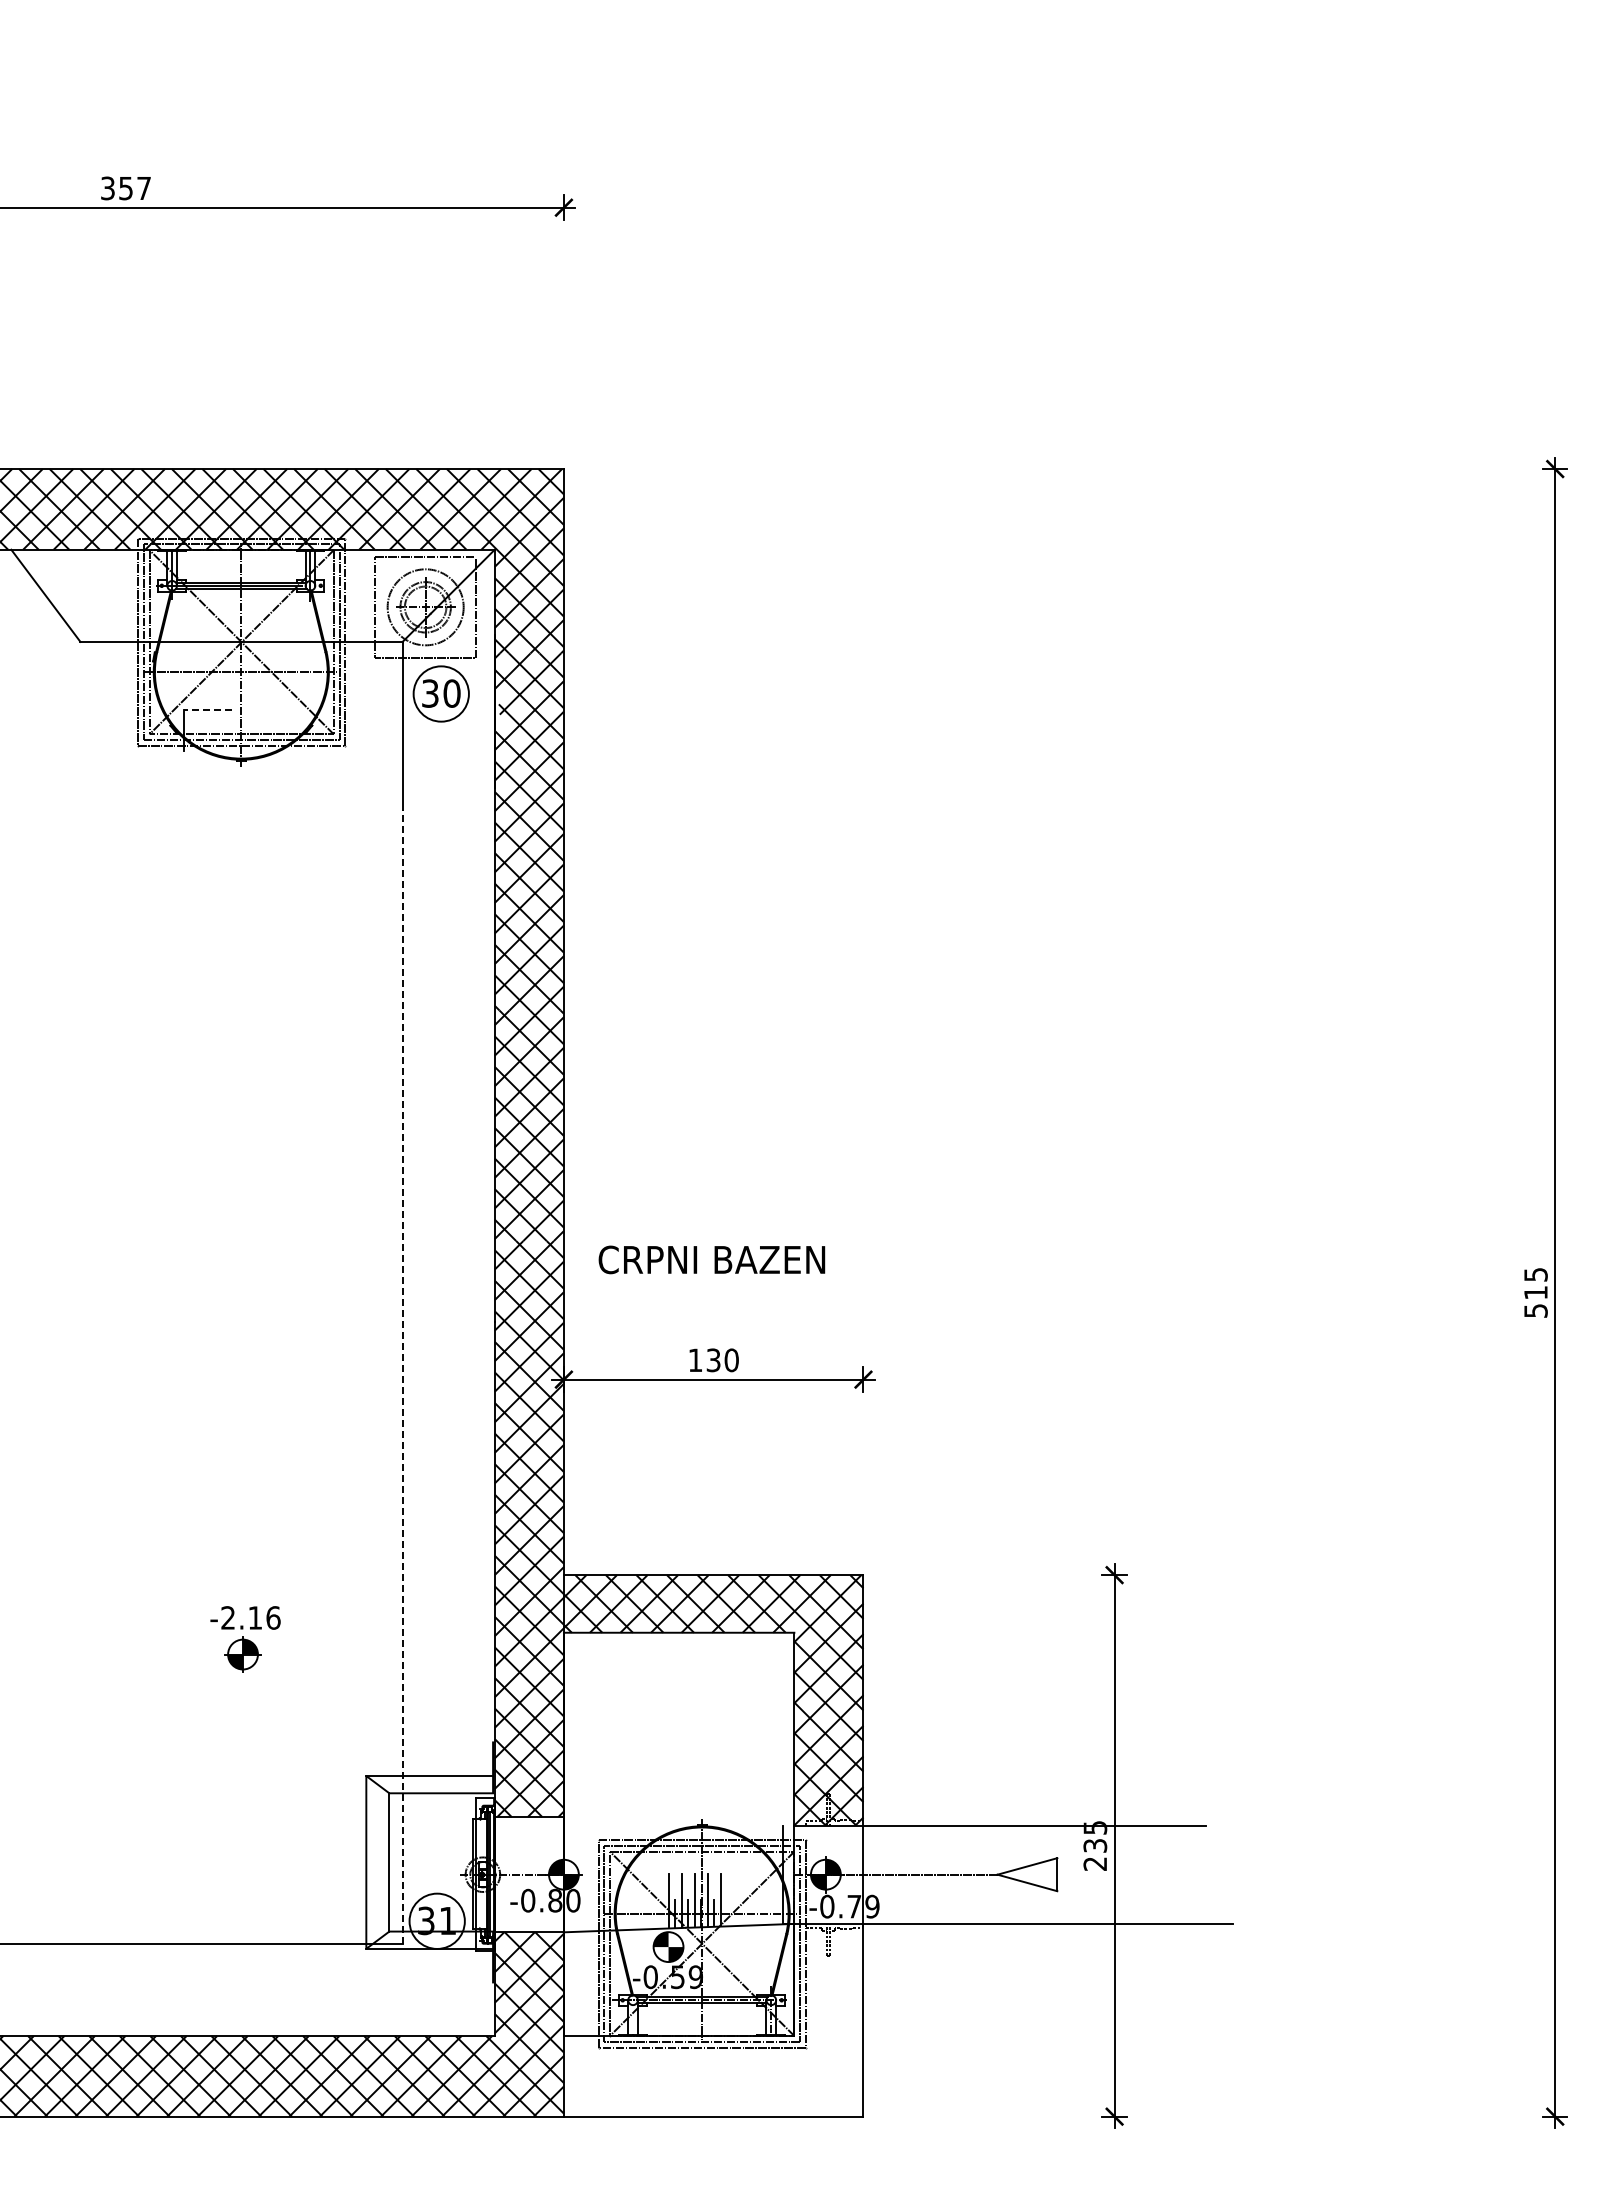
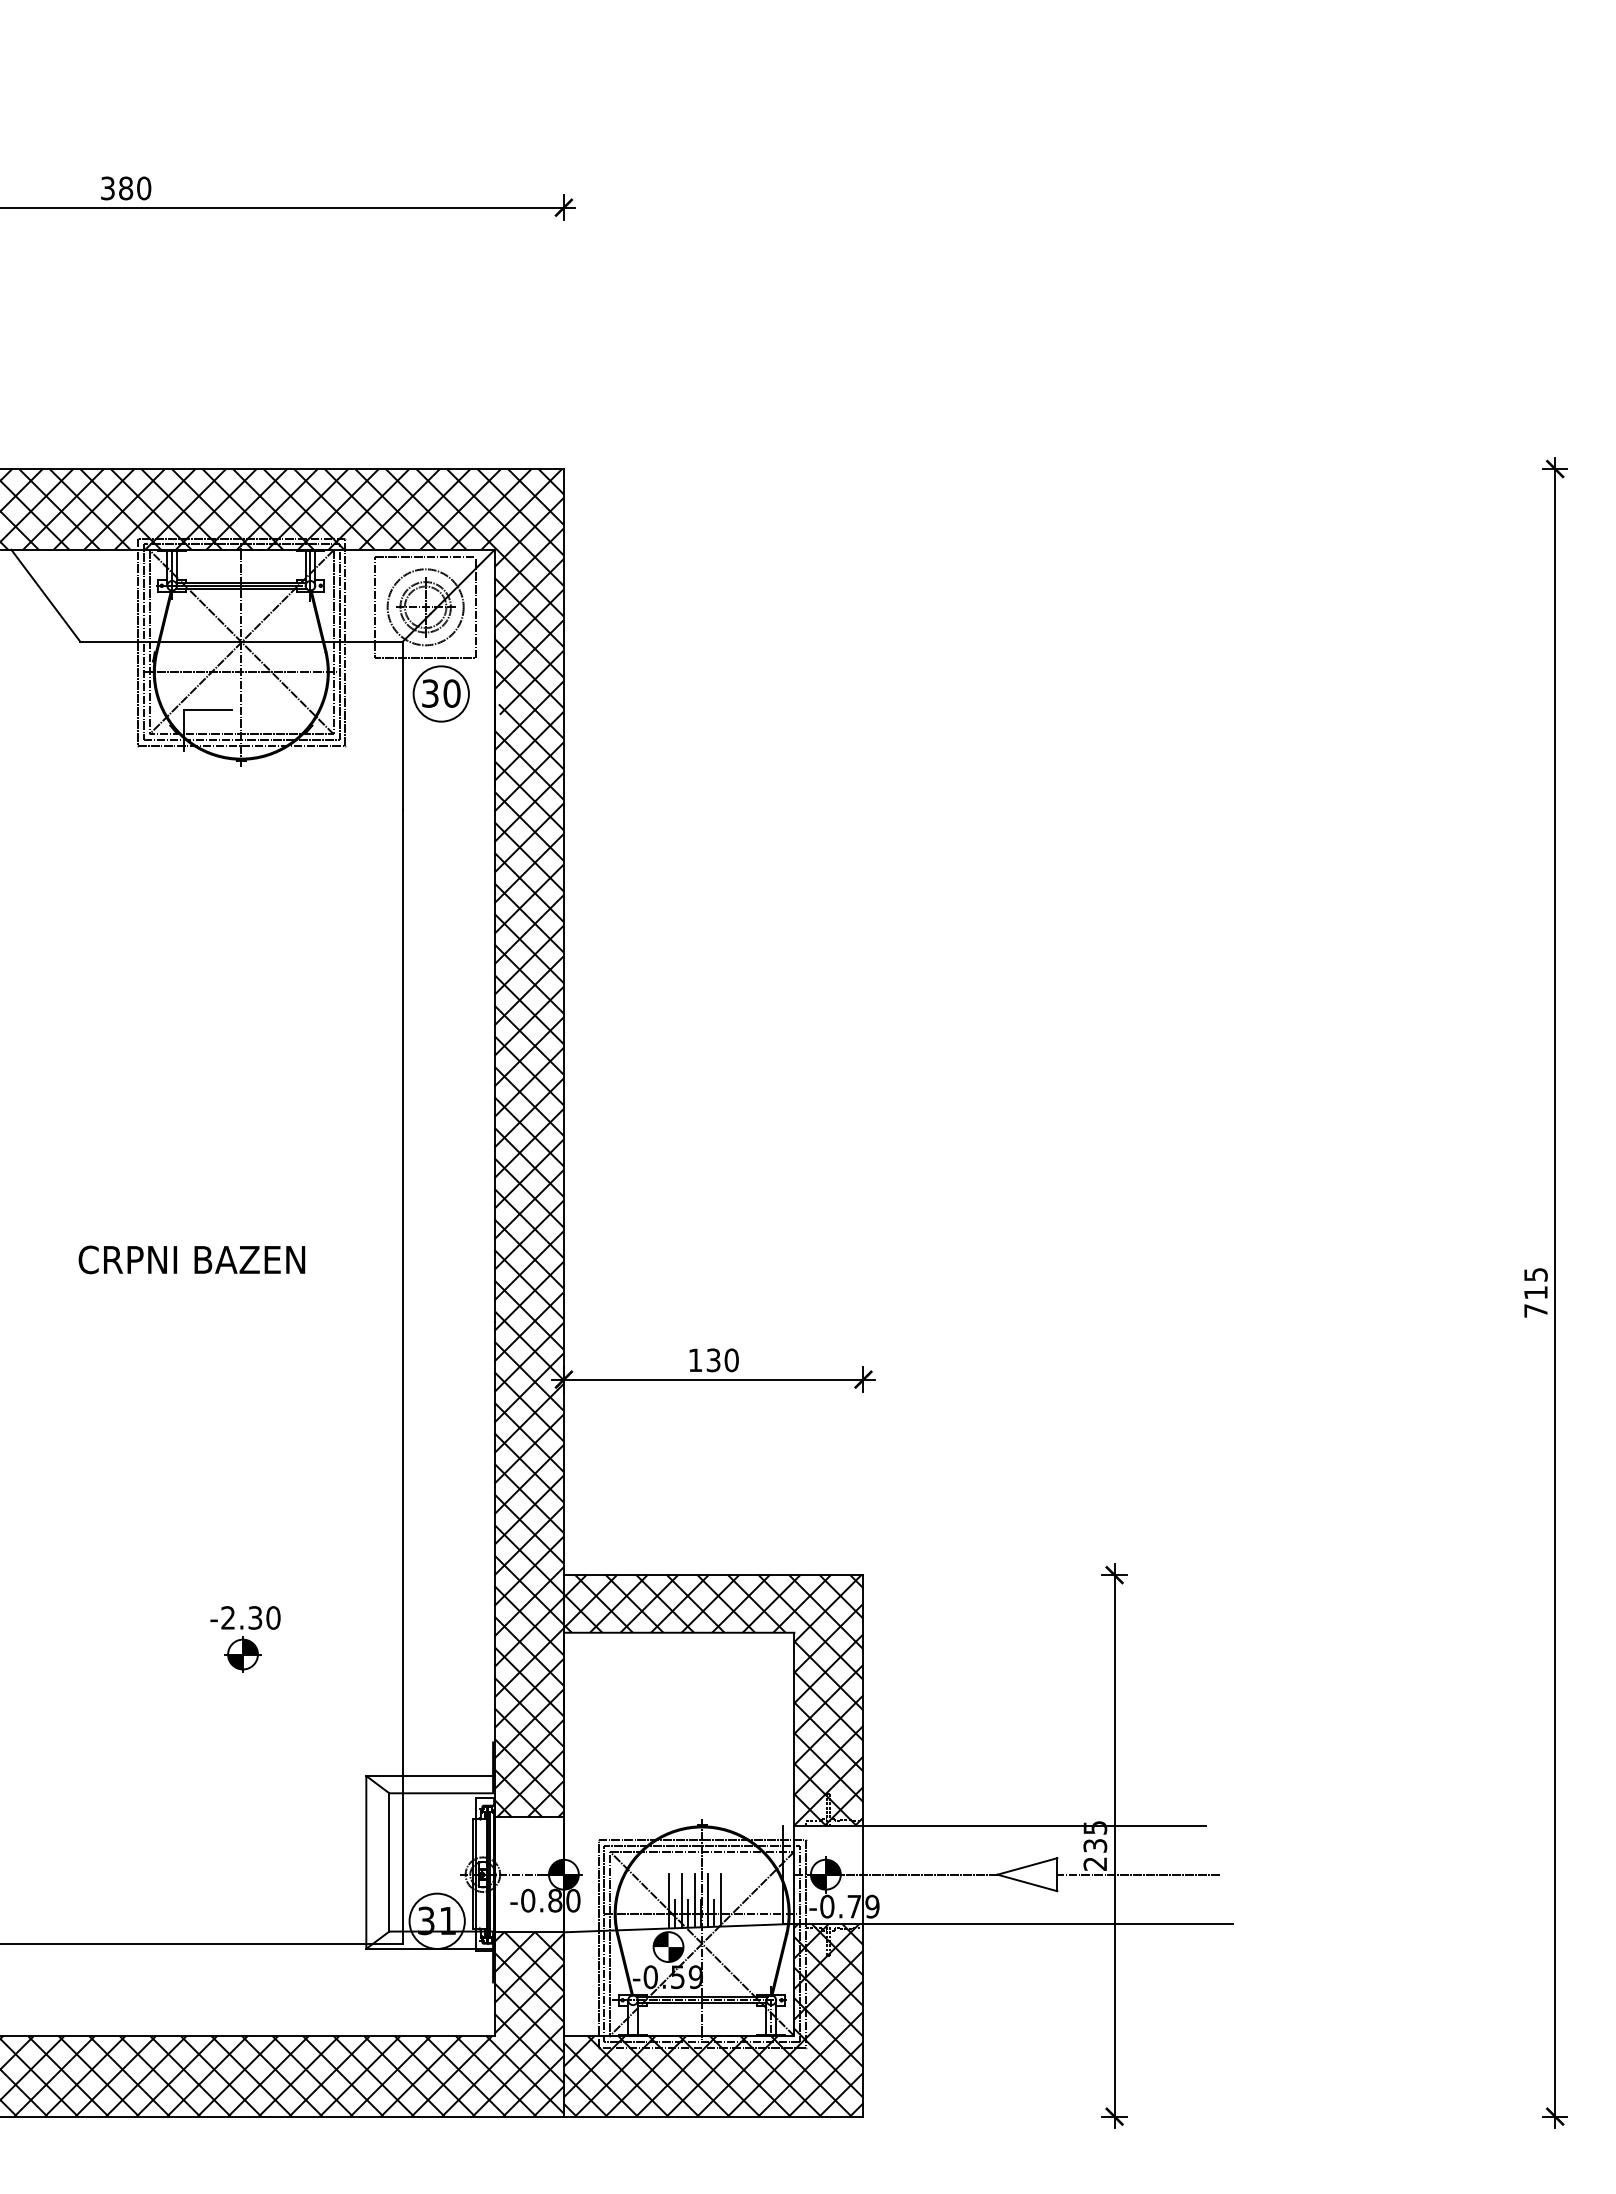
text at (135, 188): 357 -> 380
line at (207, 710): dashed -> solid
text at (711, 1259) position: (711, 1259) -> (191, 1259)
text at (1535, 1310): 515 -> 715
line at (402, 1376): dashed -> solid
text at (264, 1617): -2.16 -> -2.30
line at (1138, 1874): none -> present
hatch at (713, 2019): none -> present
